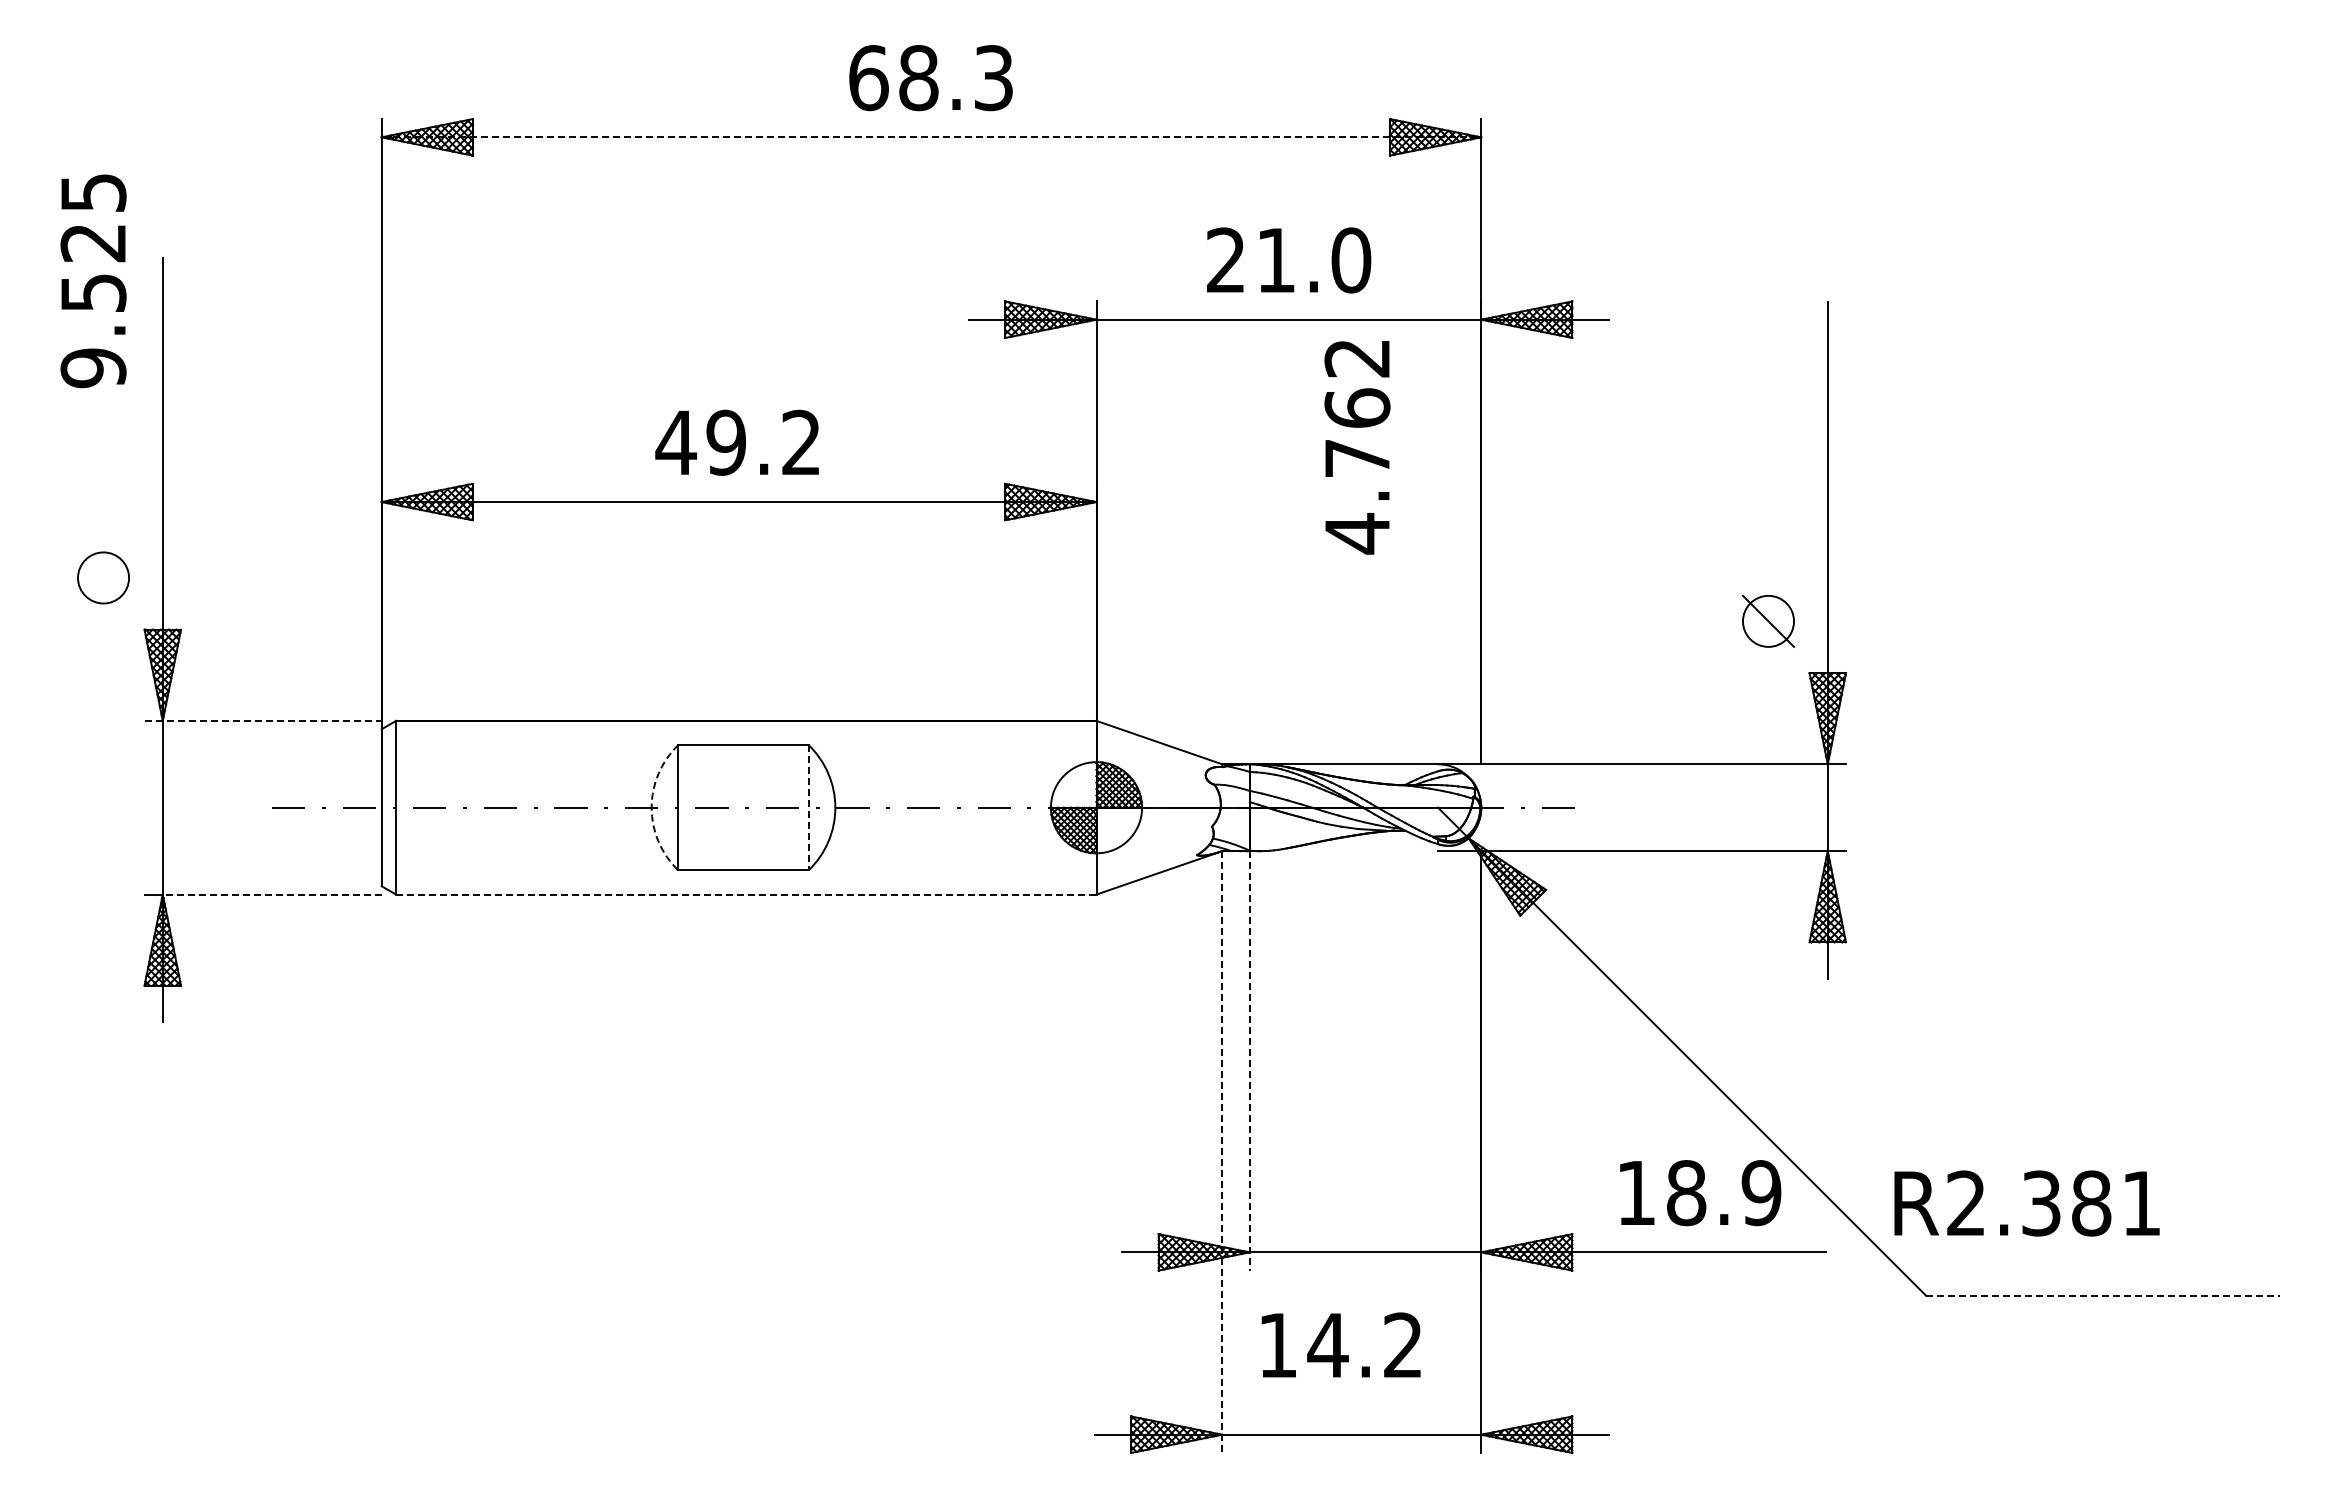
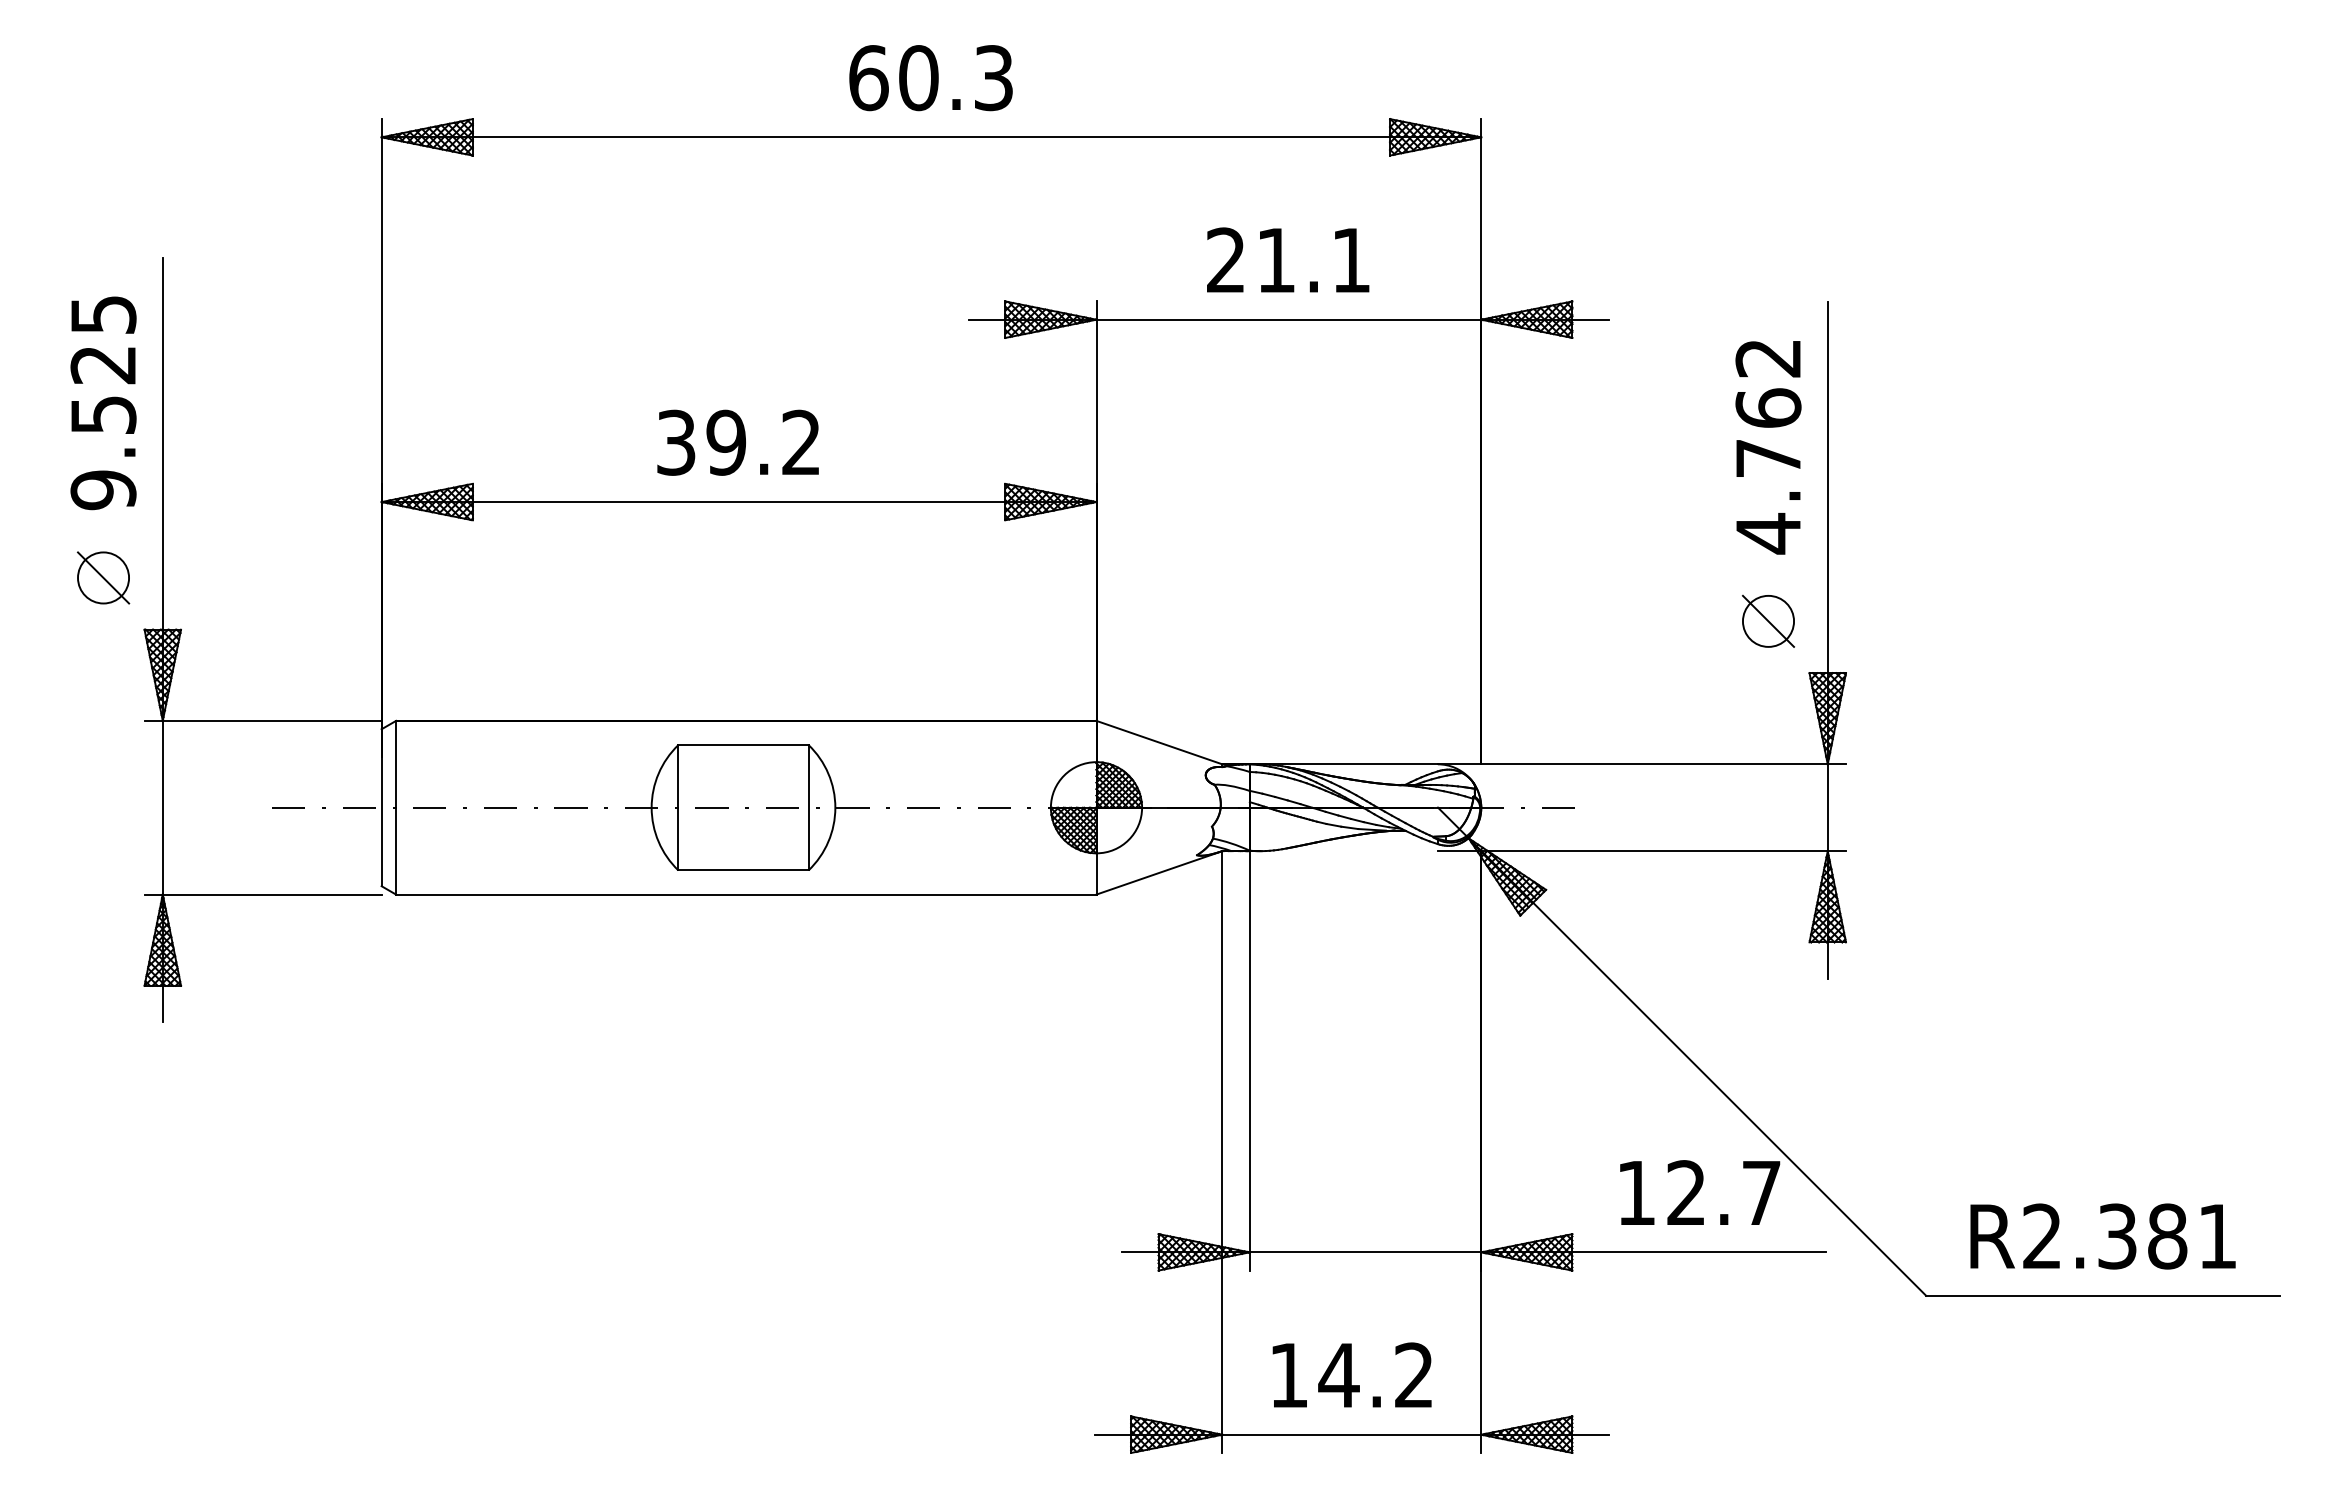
text at (918, 77): 68.3 -> 60.3
line at (931, 137): dashed -> solid
text at (1351, 260): 21.0 -> 21.1
text at (93, 281) position: (93, 281) -> (103, 403)
text at (676, 442): 49.2 -> 39.2
text at (1357, 447) position: (1357, 447) -> (1768, 447)
line at (103, 577): none -> present
line at (263, 720): dashed -> solid
arc at (651, 807): dashed -> solid
line at (808, 807): dashed -> solid
line at (271, 894): dashed -> solid
line at (746, 894): dashed -> solid
line at (1249, 1060): dashed -> solid
line at (1222, 1152): dashed -> solid
text at (1724, 1193): 18.9 -> 12.7
text at (2026, 1203) position: (2026, 1203) -> (2102, 1236)
line at (2102, 1295): dashed -> solid
text at (1340, 1344) position: (1340, 1344) -> (1351, 1374)
